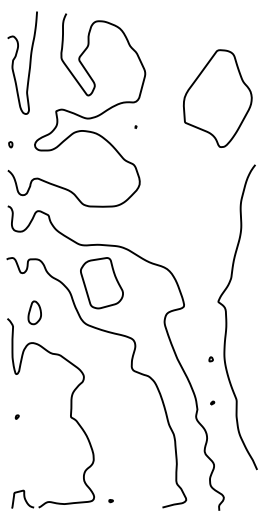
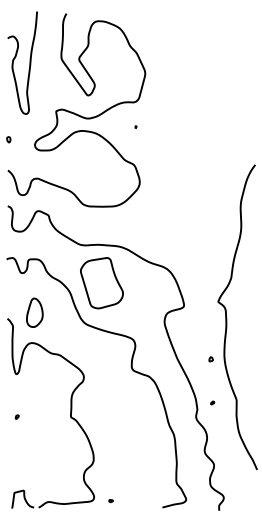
part at (217, 98): present -> none
part at (10, 144) position: (10, 144) -> (8, 139)
part at (34, 312) size: 15x26 px -> 18x31 px
